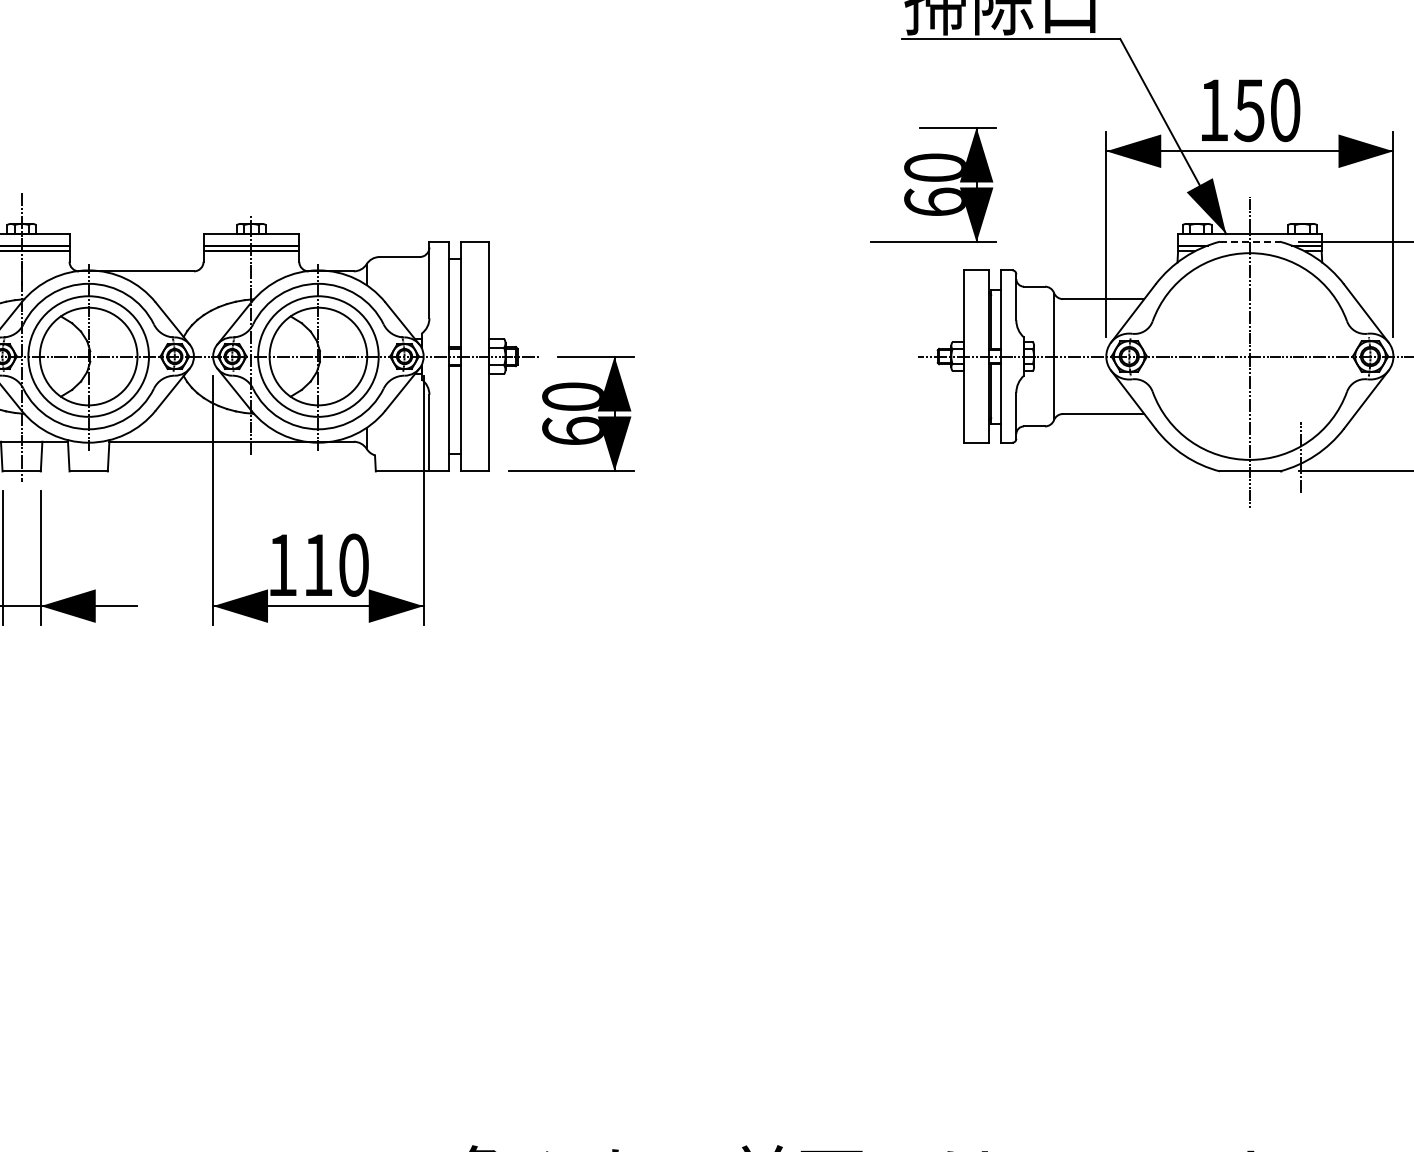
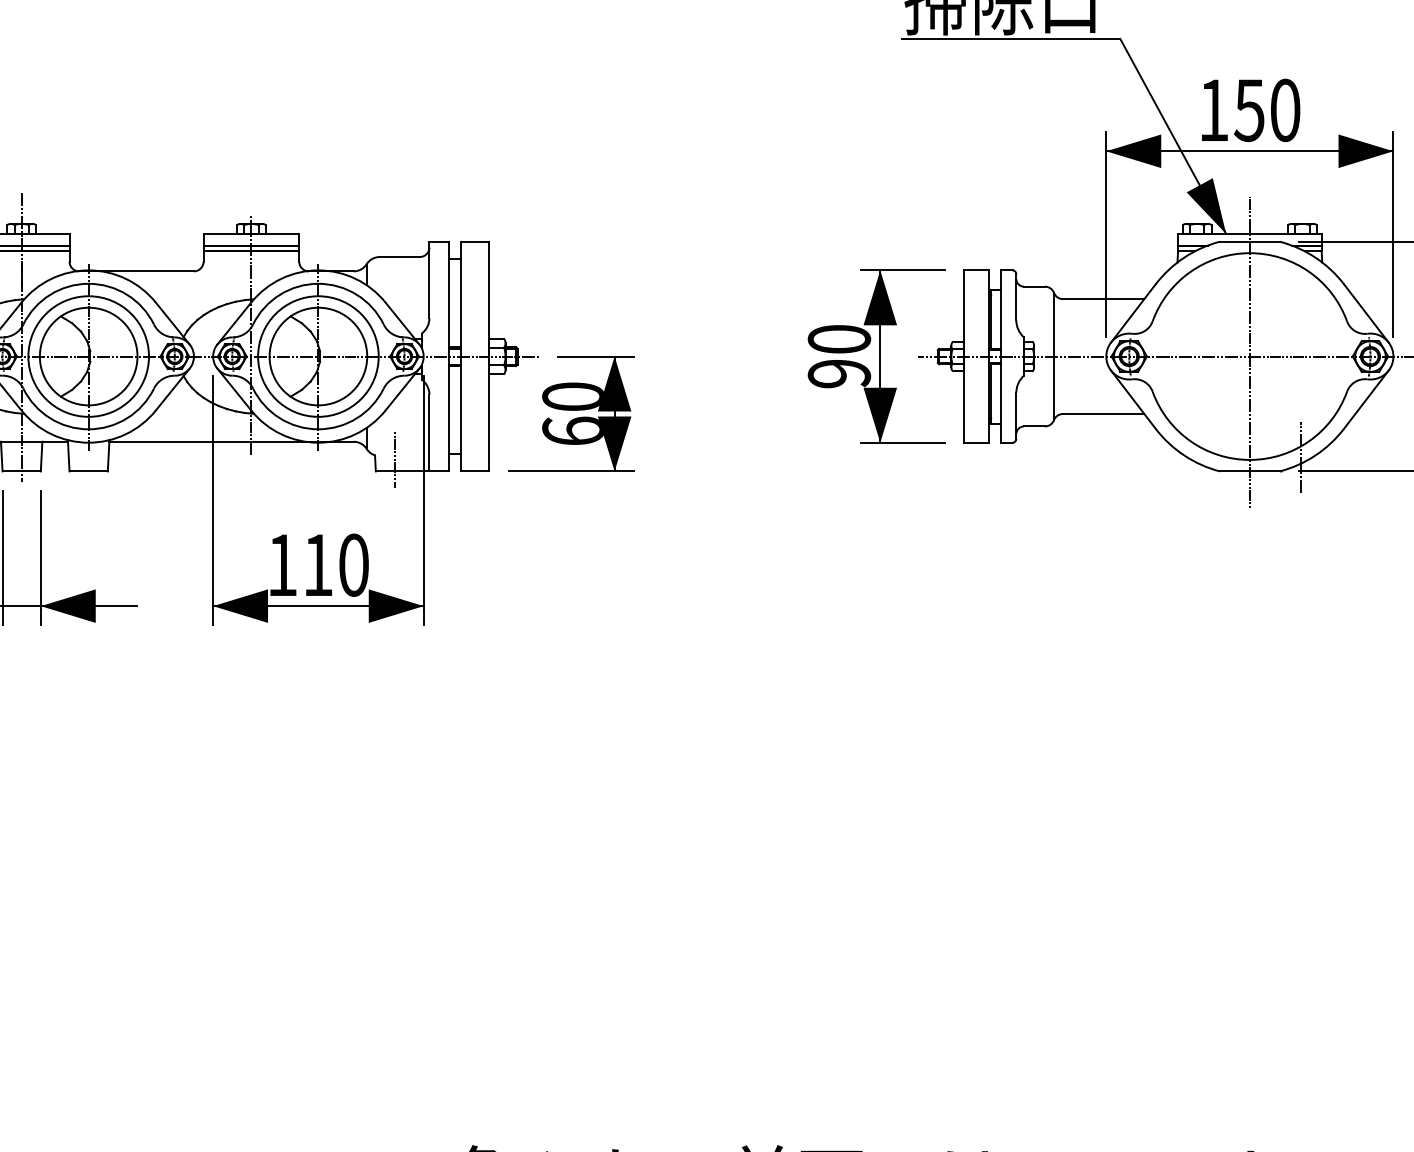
part at (933, 184): present -> none
line at (1249, 241): dashed -> solid
part at (876, 356): none -> present
line at (394, 459): none -> present
